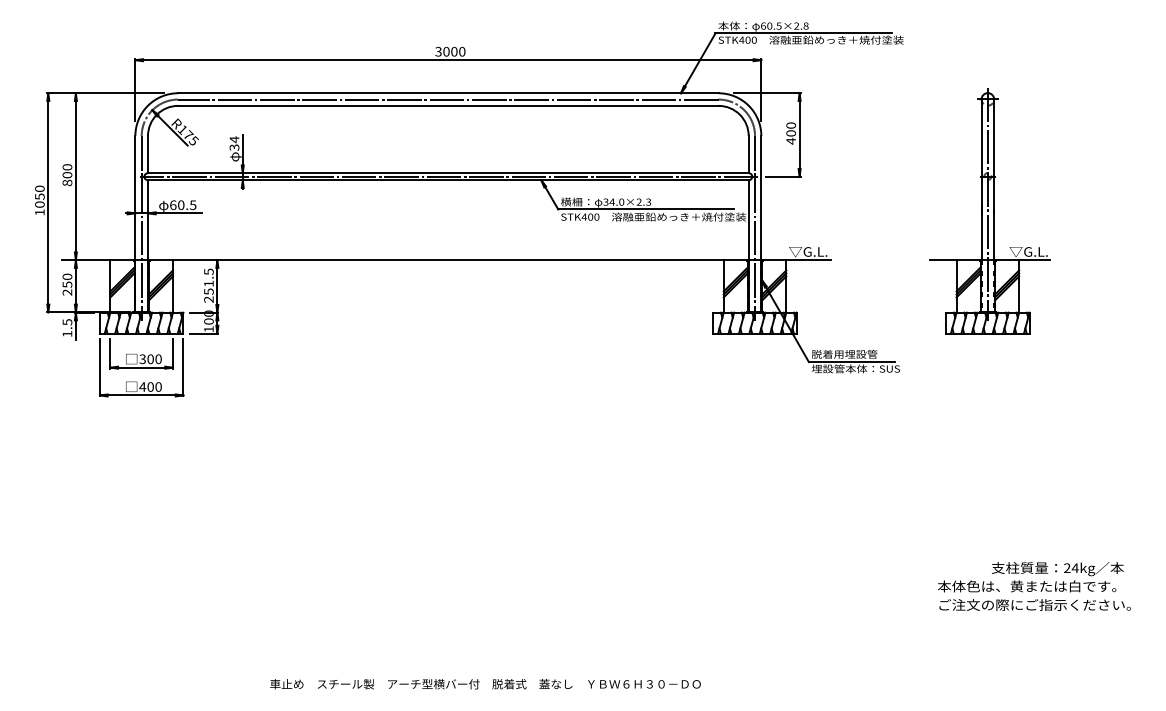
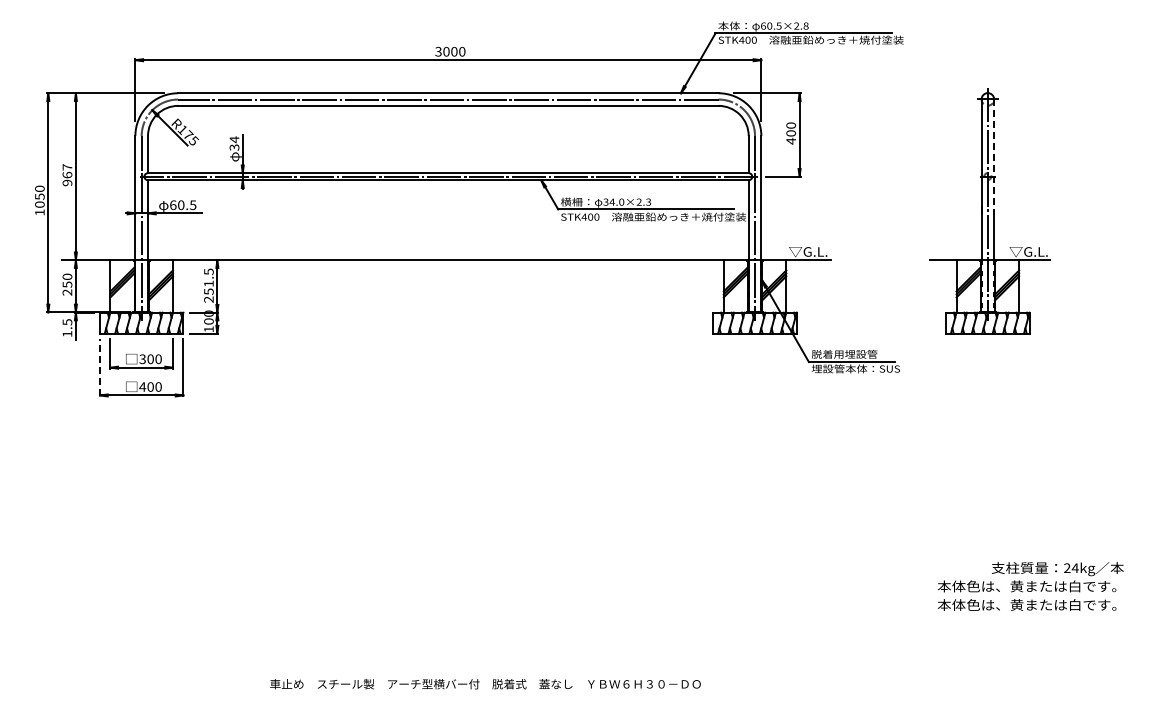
line at (994, 157): solid -> dashed
text at (67, 175): 800 -> 967
line at (99, 367): solid -> dashed
text at (1033, 604): ご注文の際にご指示ください。 -> 本体色は、黄または白です。
